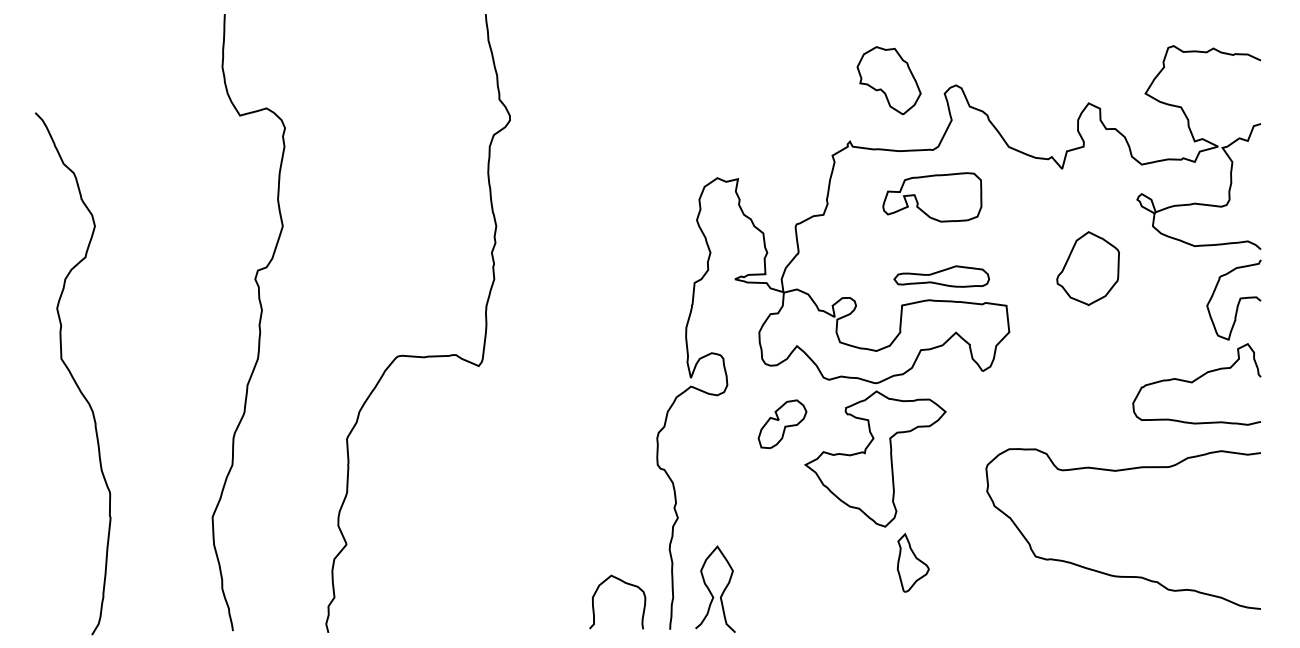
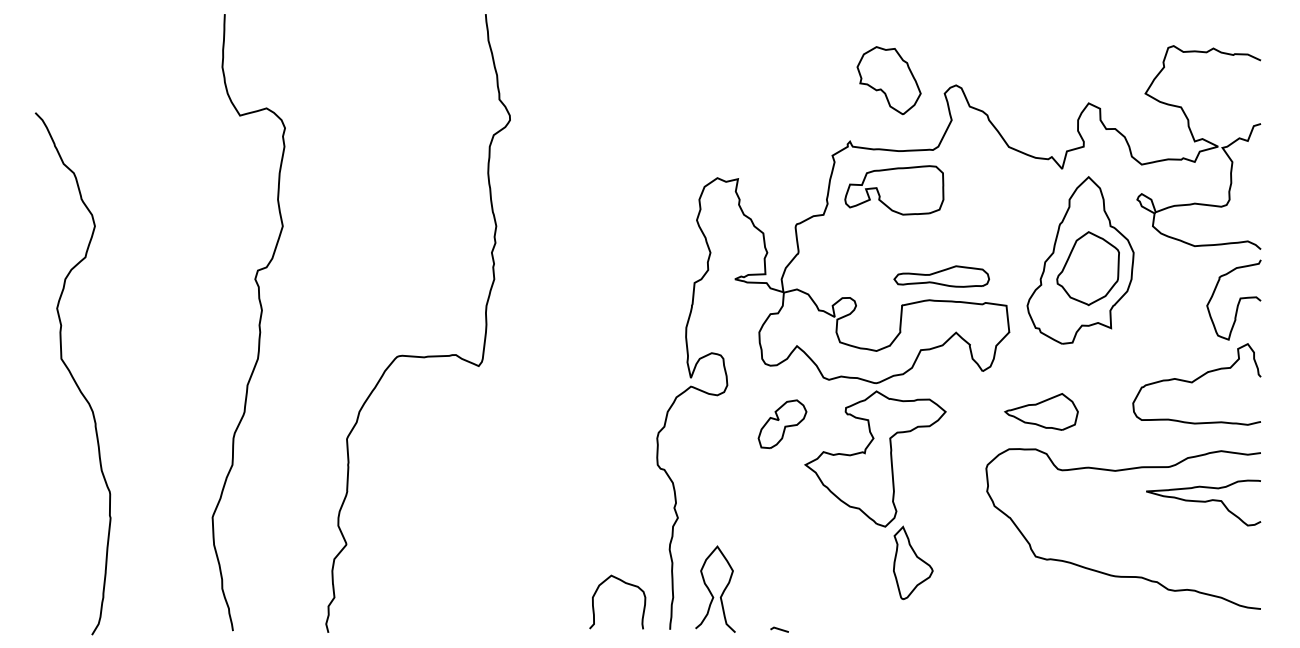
part at (932, 197) position: (932, 197) -> (894, 190)
part at (1080, 260): none -> present
part at (1041, 411): none -> present
curve at (1203, 502): none -> present
part at (912, 562) size: 34x61 px -> 41x76 px
line at (779, 629): none -> present
